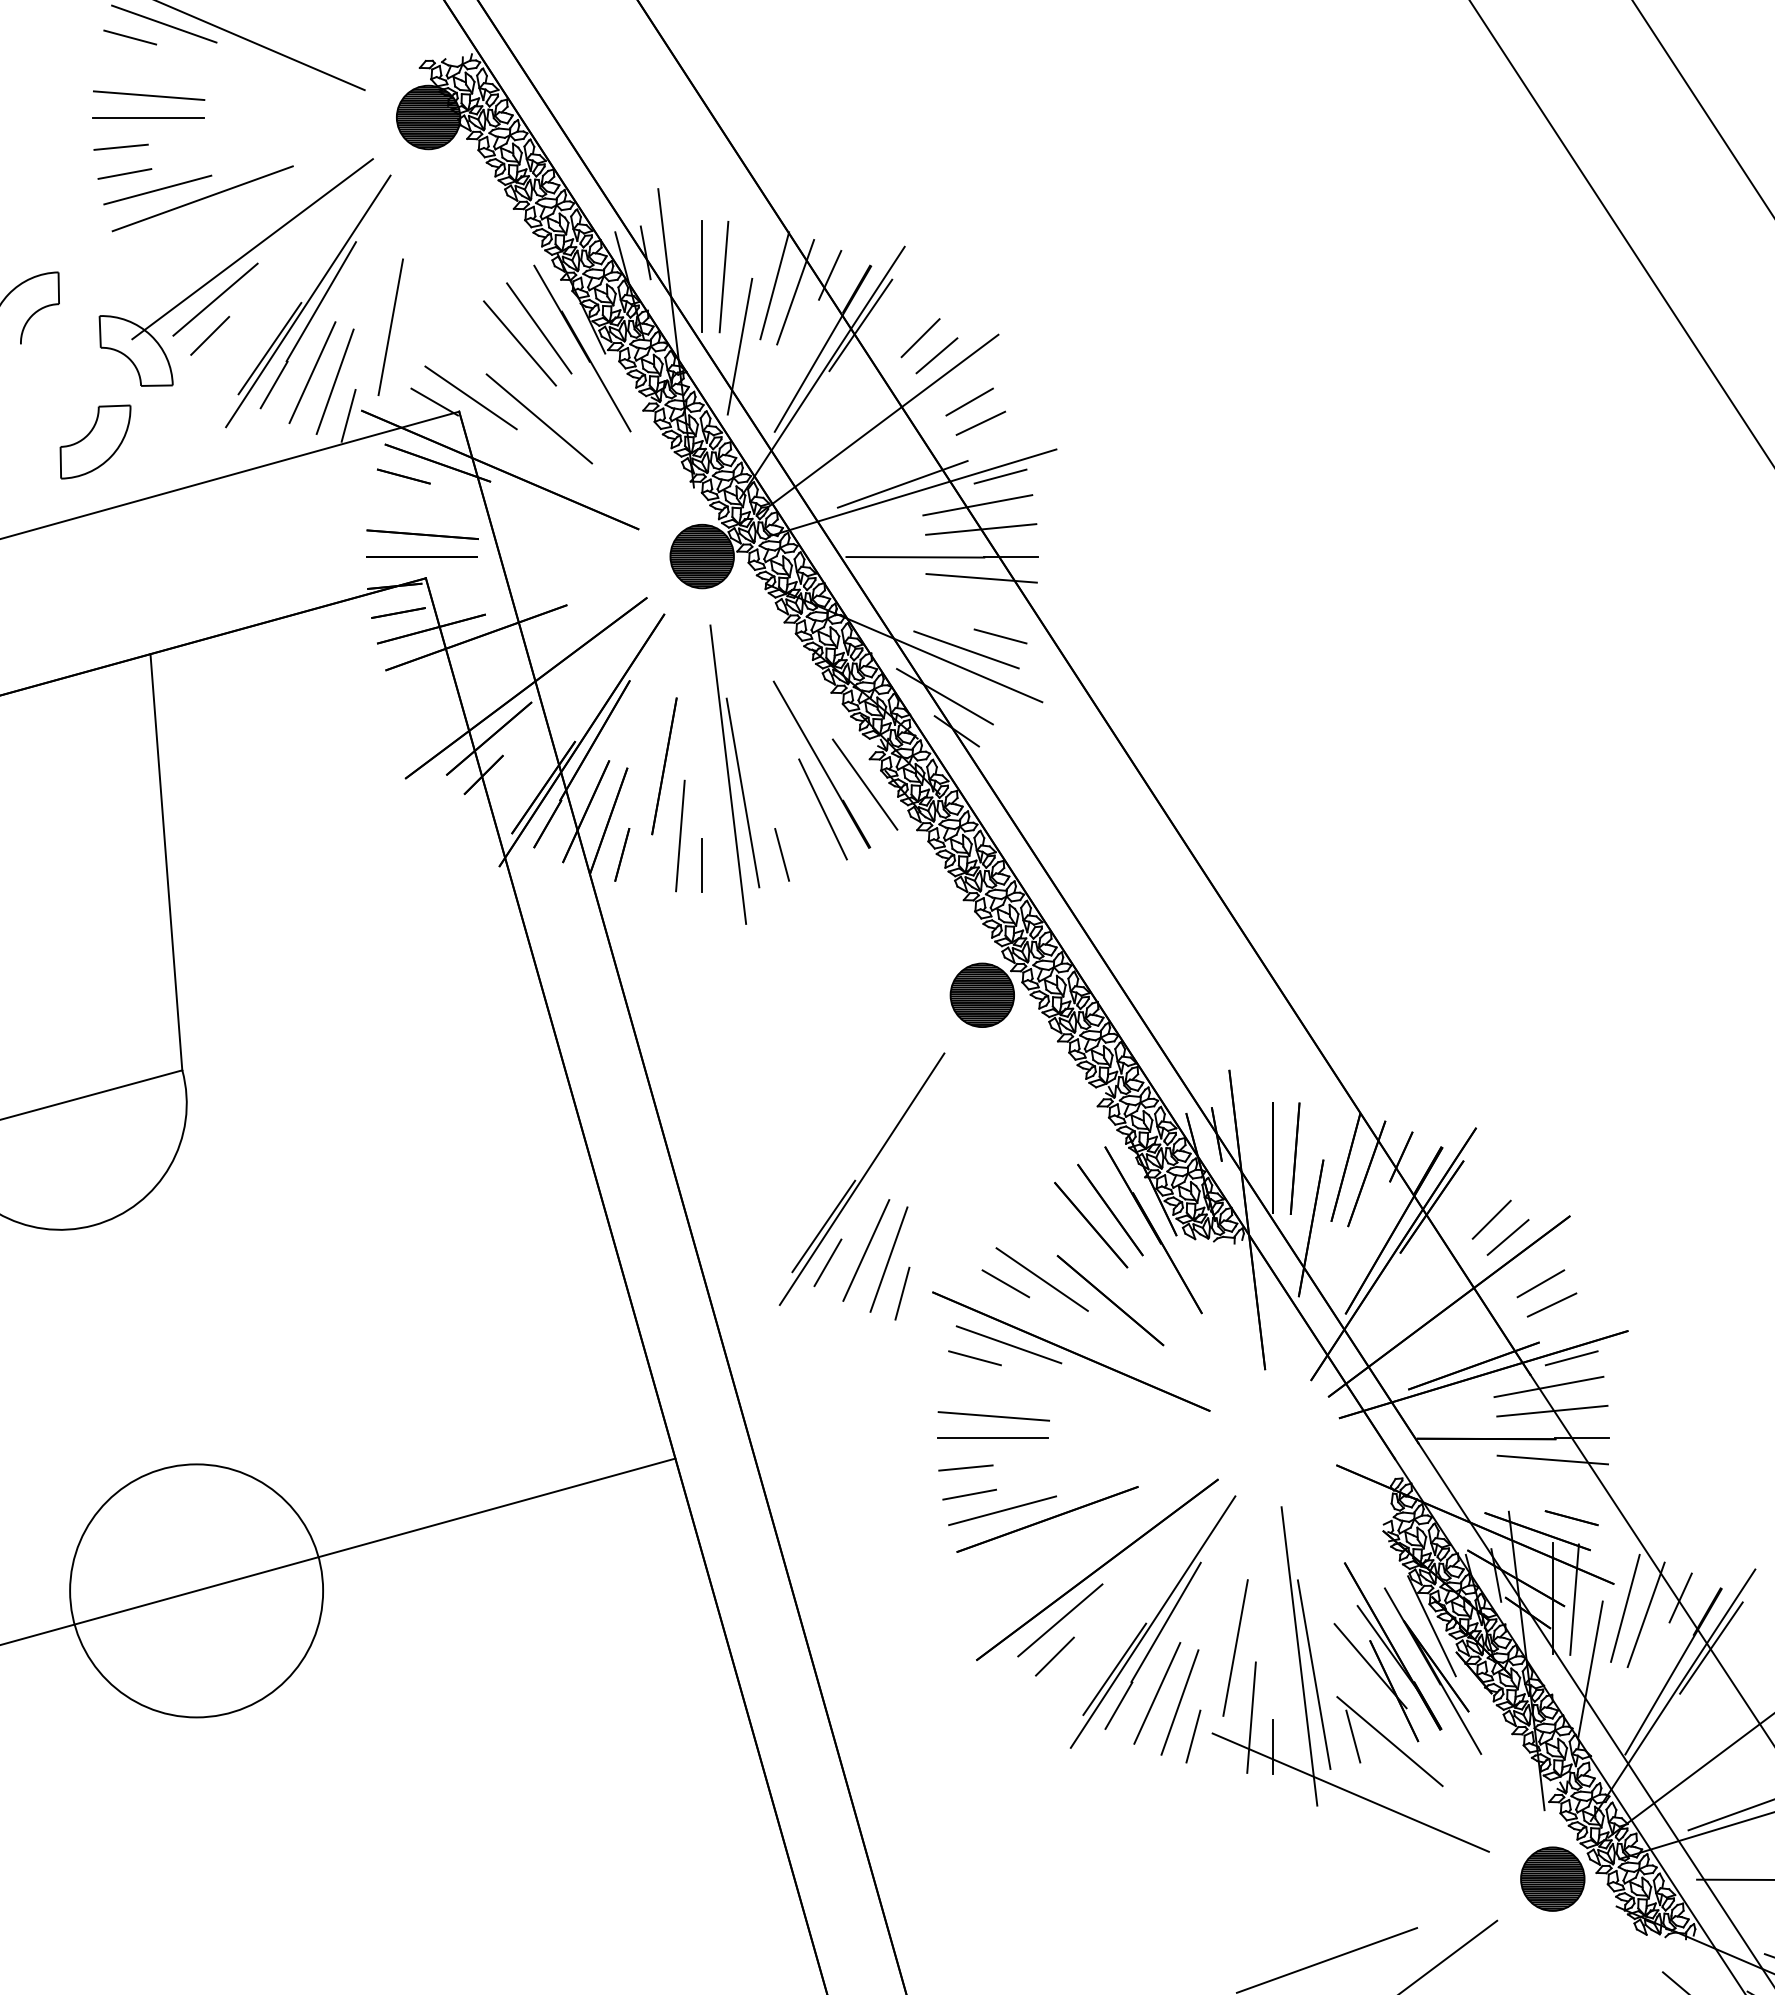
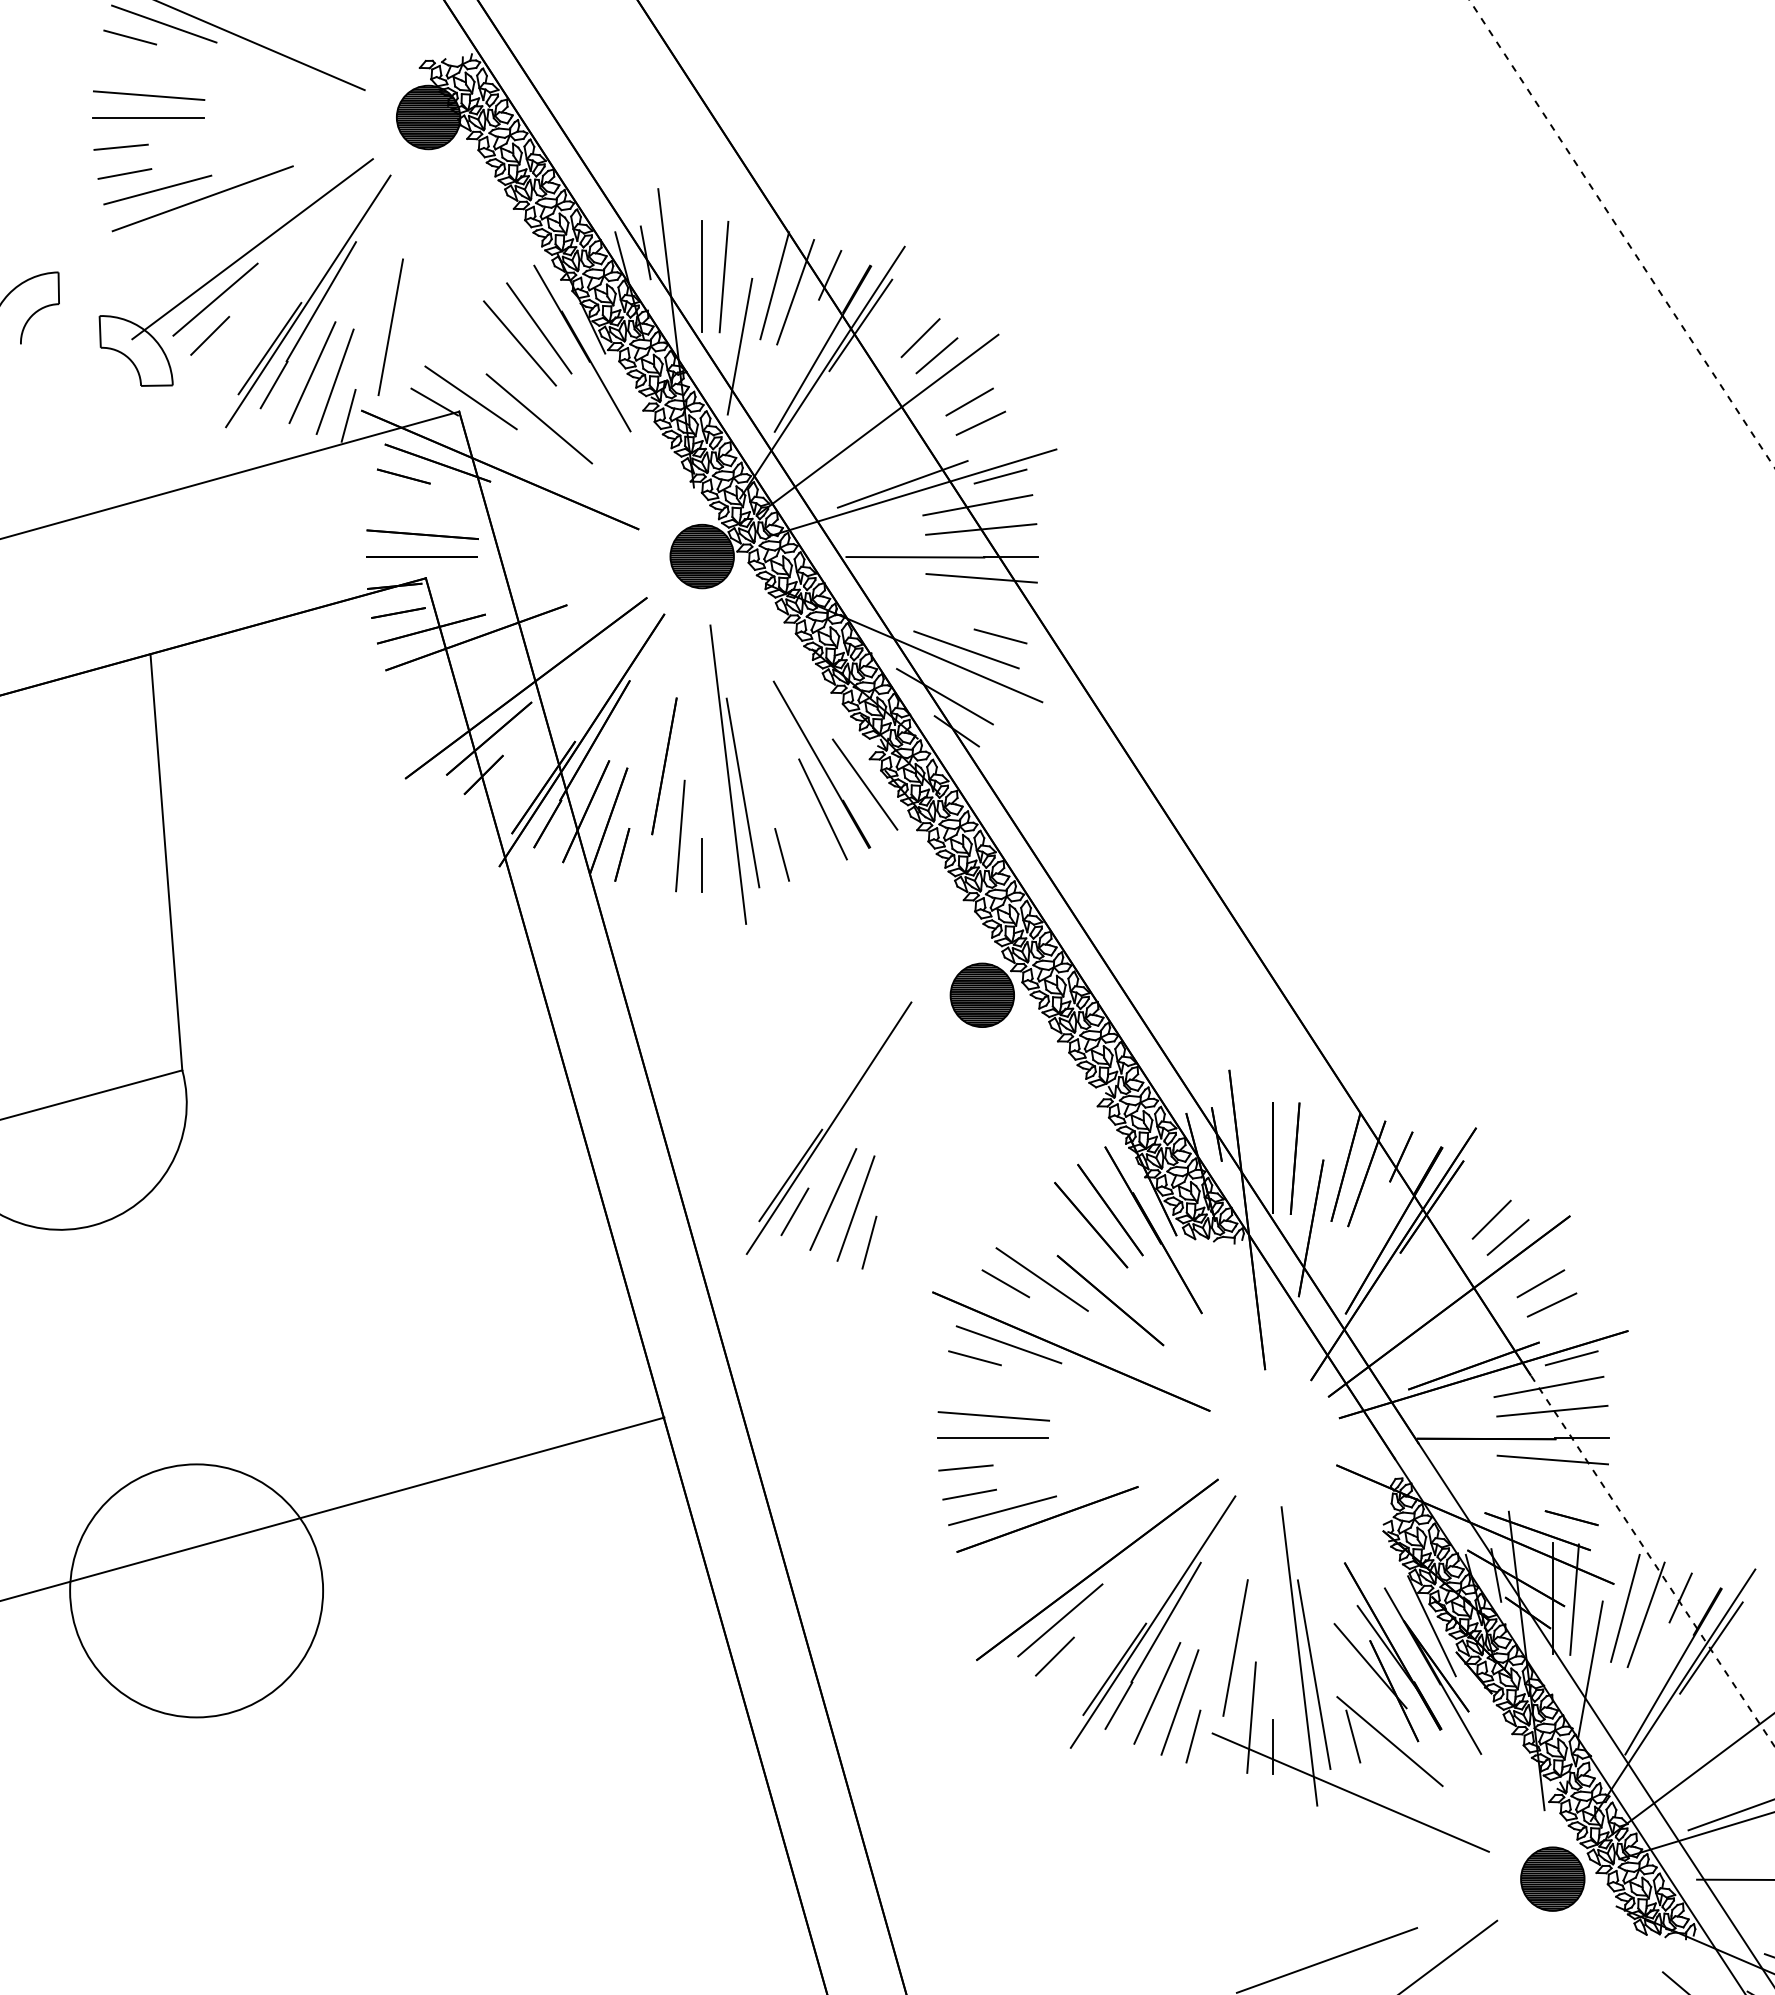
line at (1702, 107): present -> none
line at (1622, 234): solid -> dashed
part at (95, 441): present -> none
part at (861, 1186) position: (861, 1186) -> (828, 1135)
line at (338, 1551) position: (338, 1551) -> (333, 1508)
line at (1652, 1560): solid -> dashed
